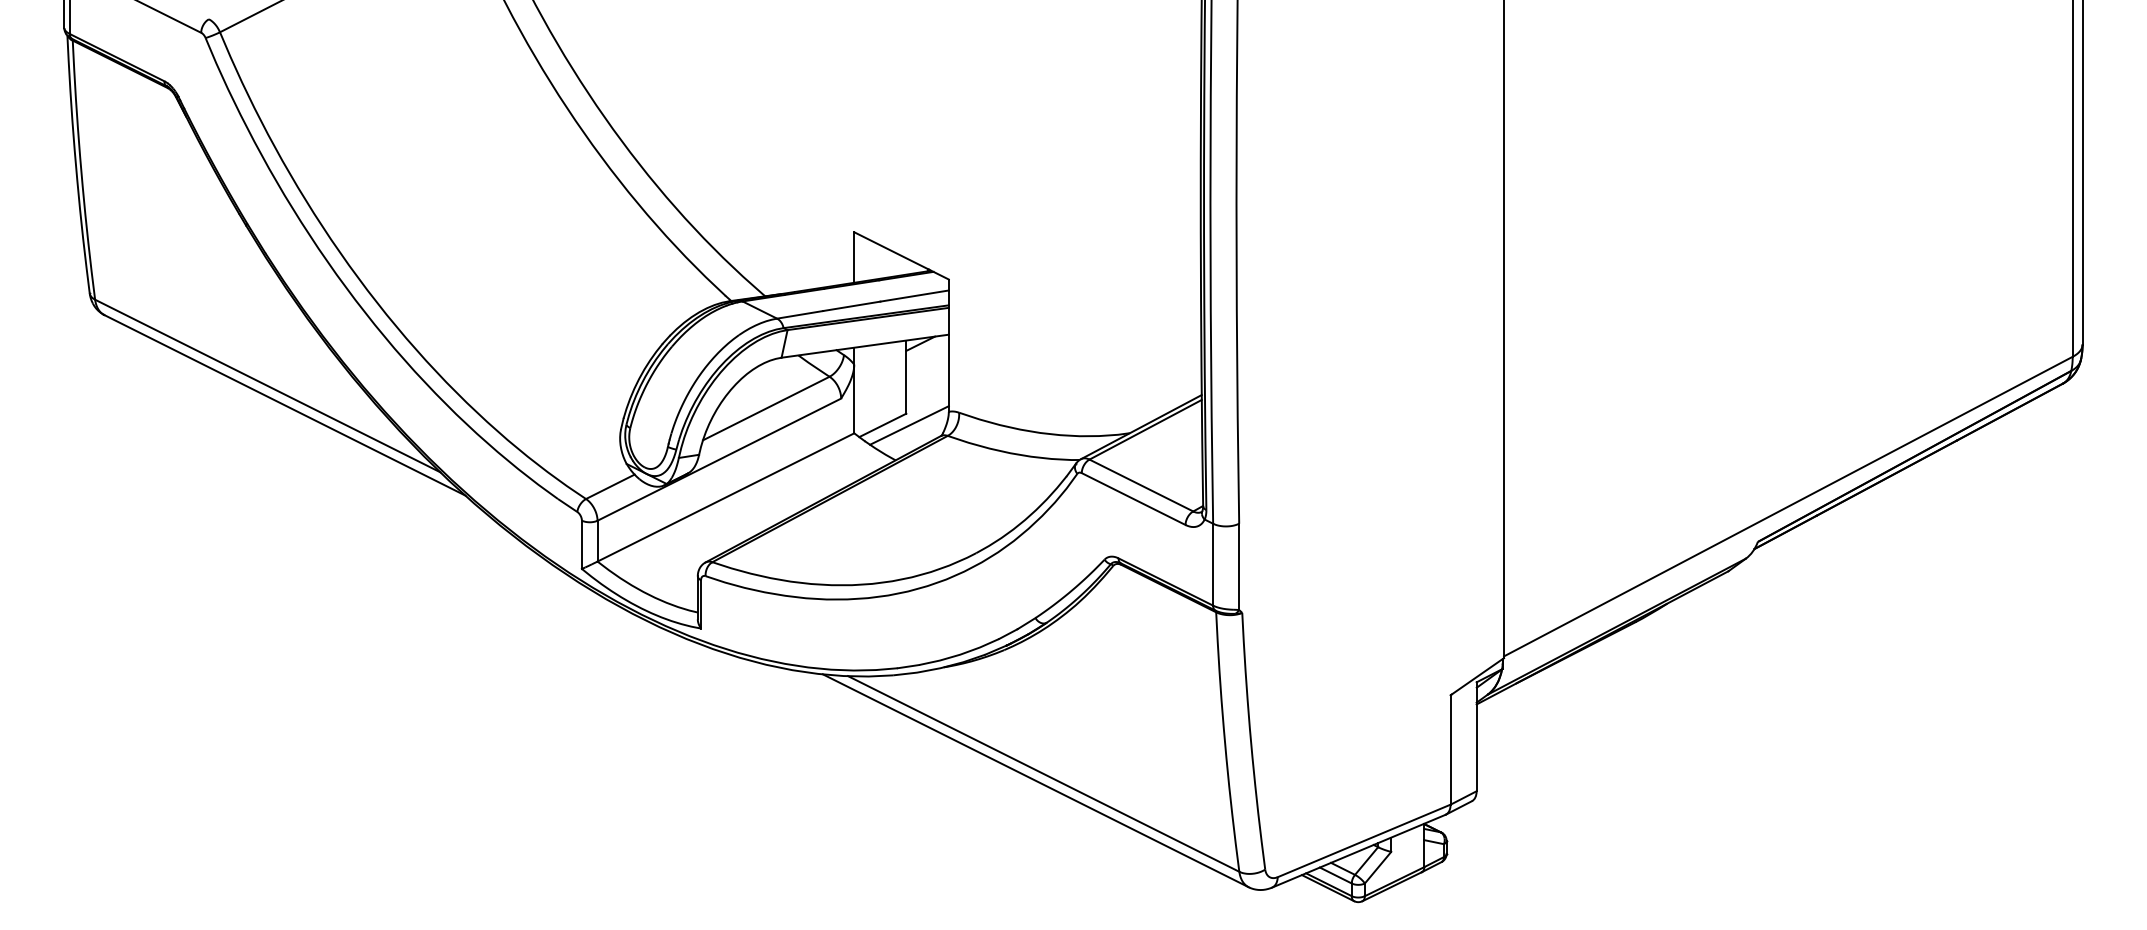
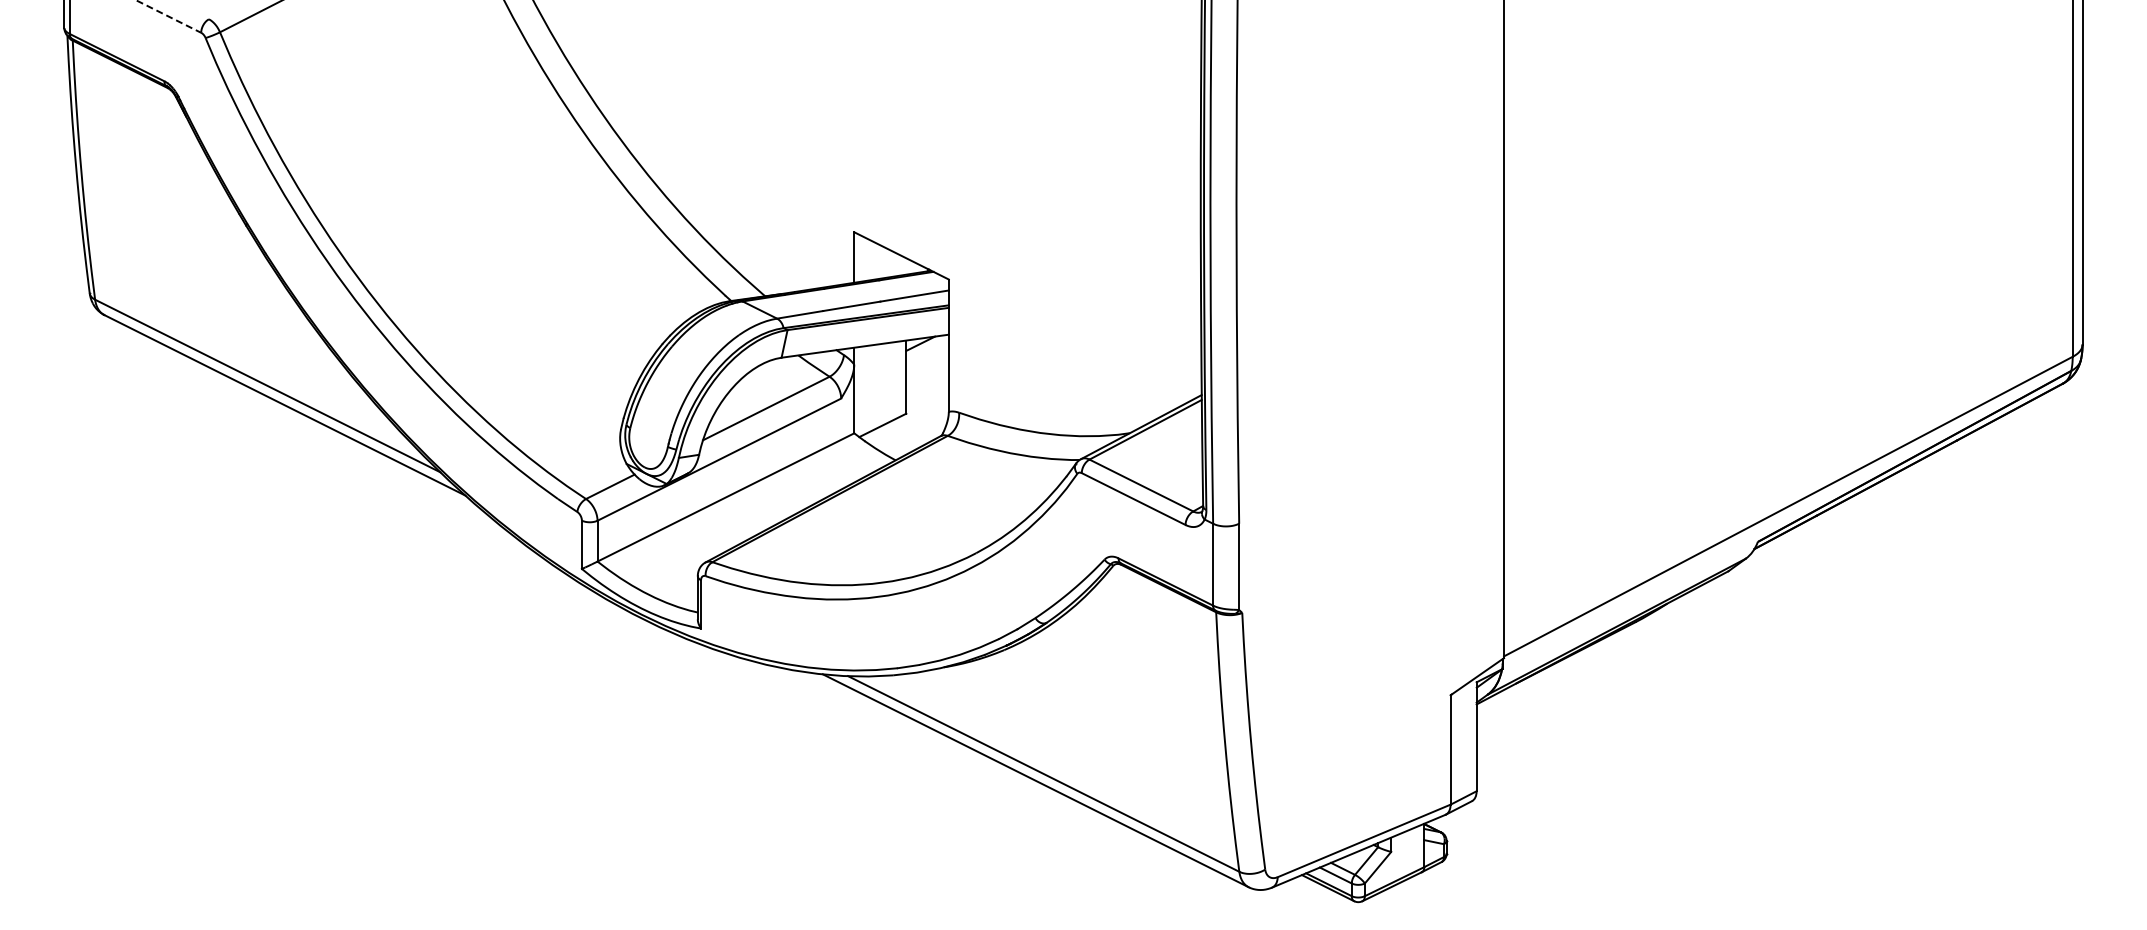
line at (168, 16): solid -> dashed
line at (909, 425): present -> none
